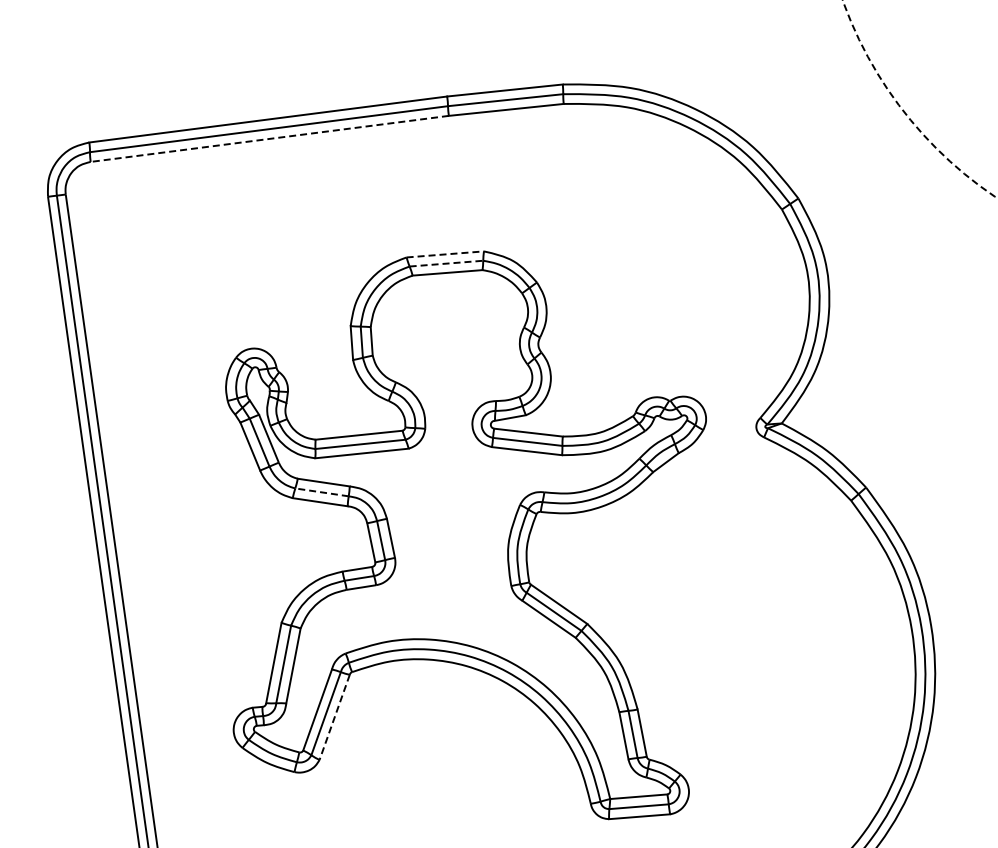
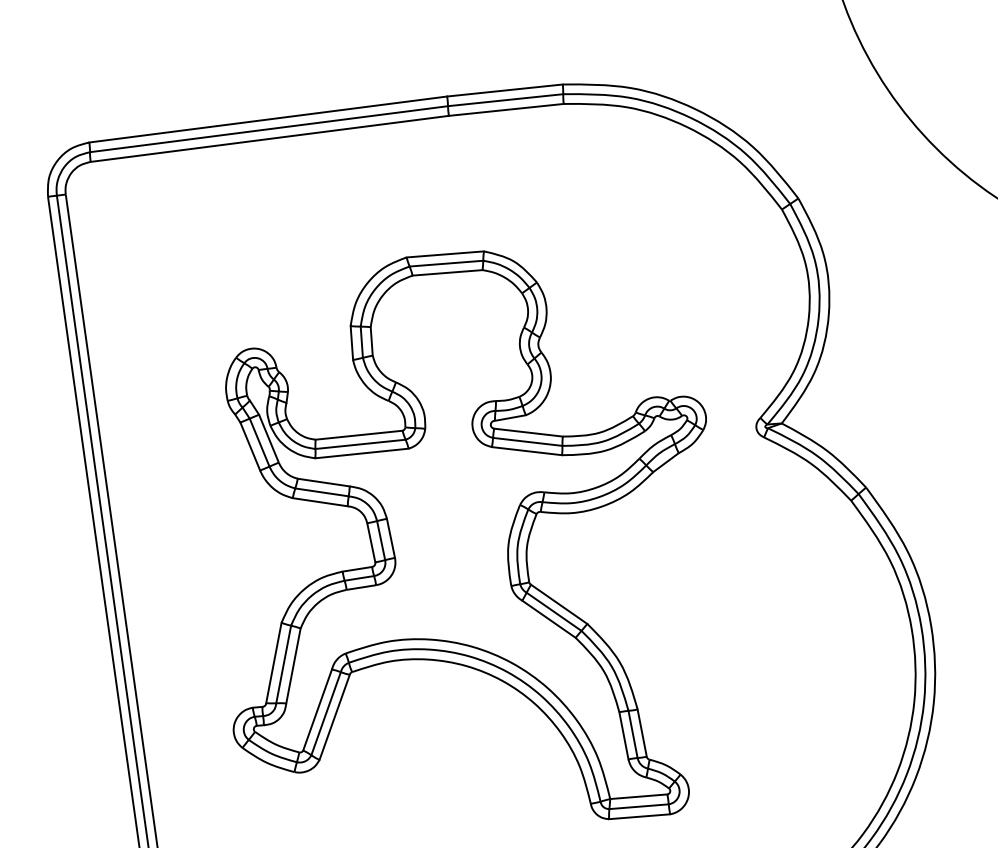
circle at (919, 99): dashed -> solid
line at (269, 138): dashed -> solid
line at (445, 254): dashed -> solid
line at (446, 263): dashed -> solid
line at (321, 492): dashed -> solid
line at (334, 717): dashed -> solid
